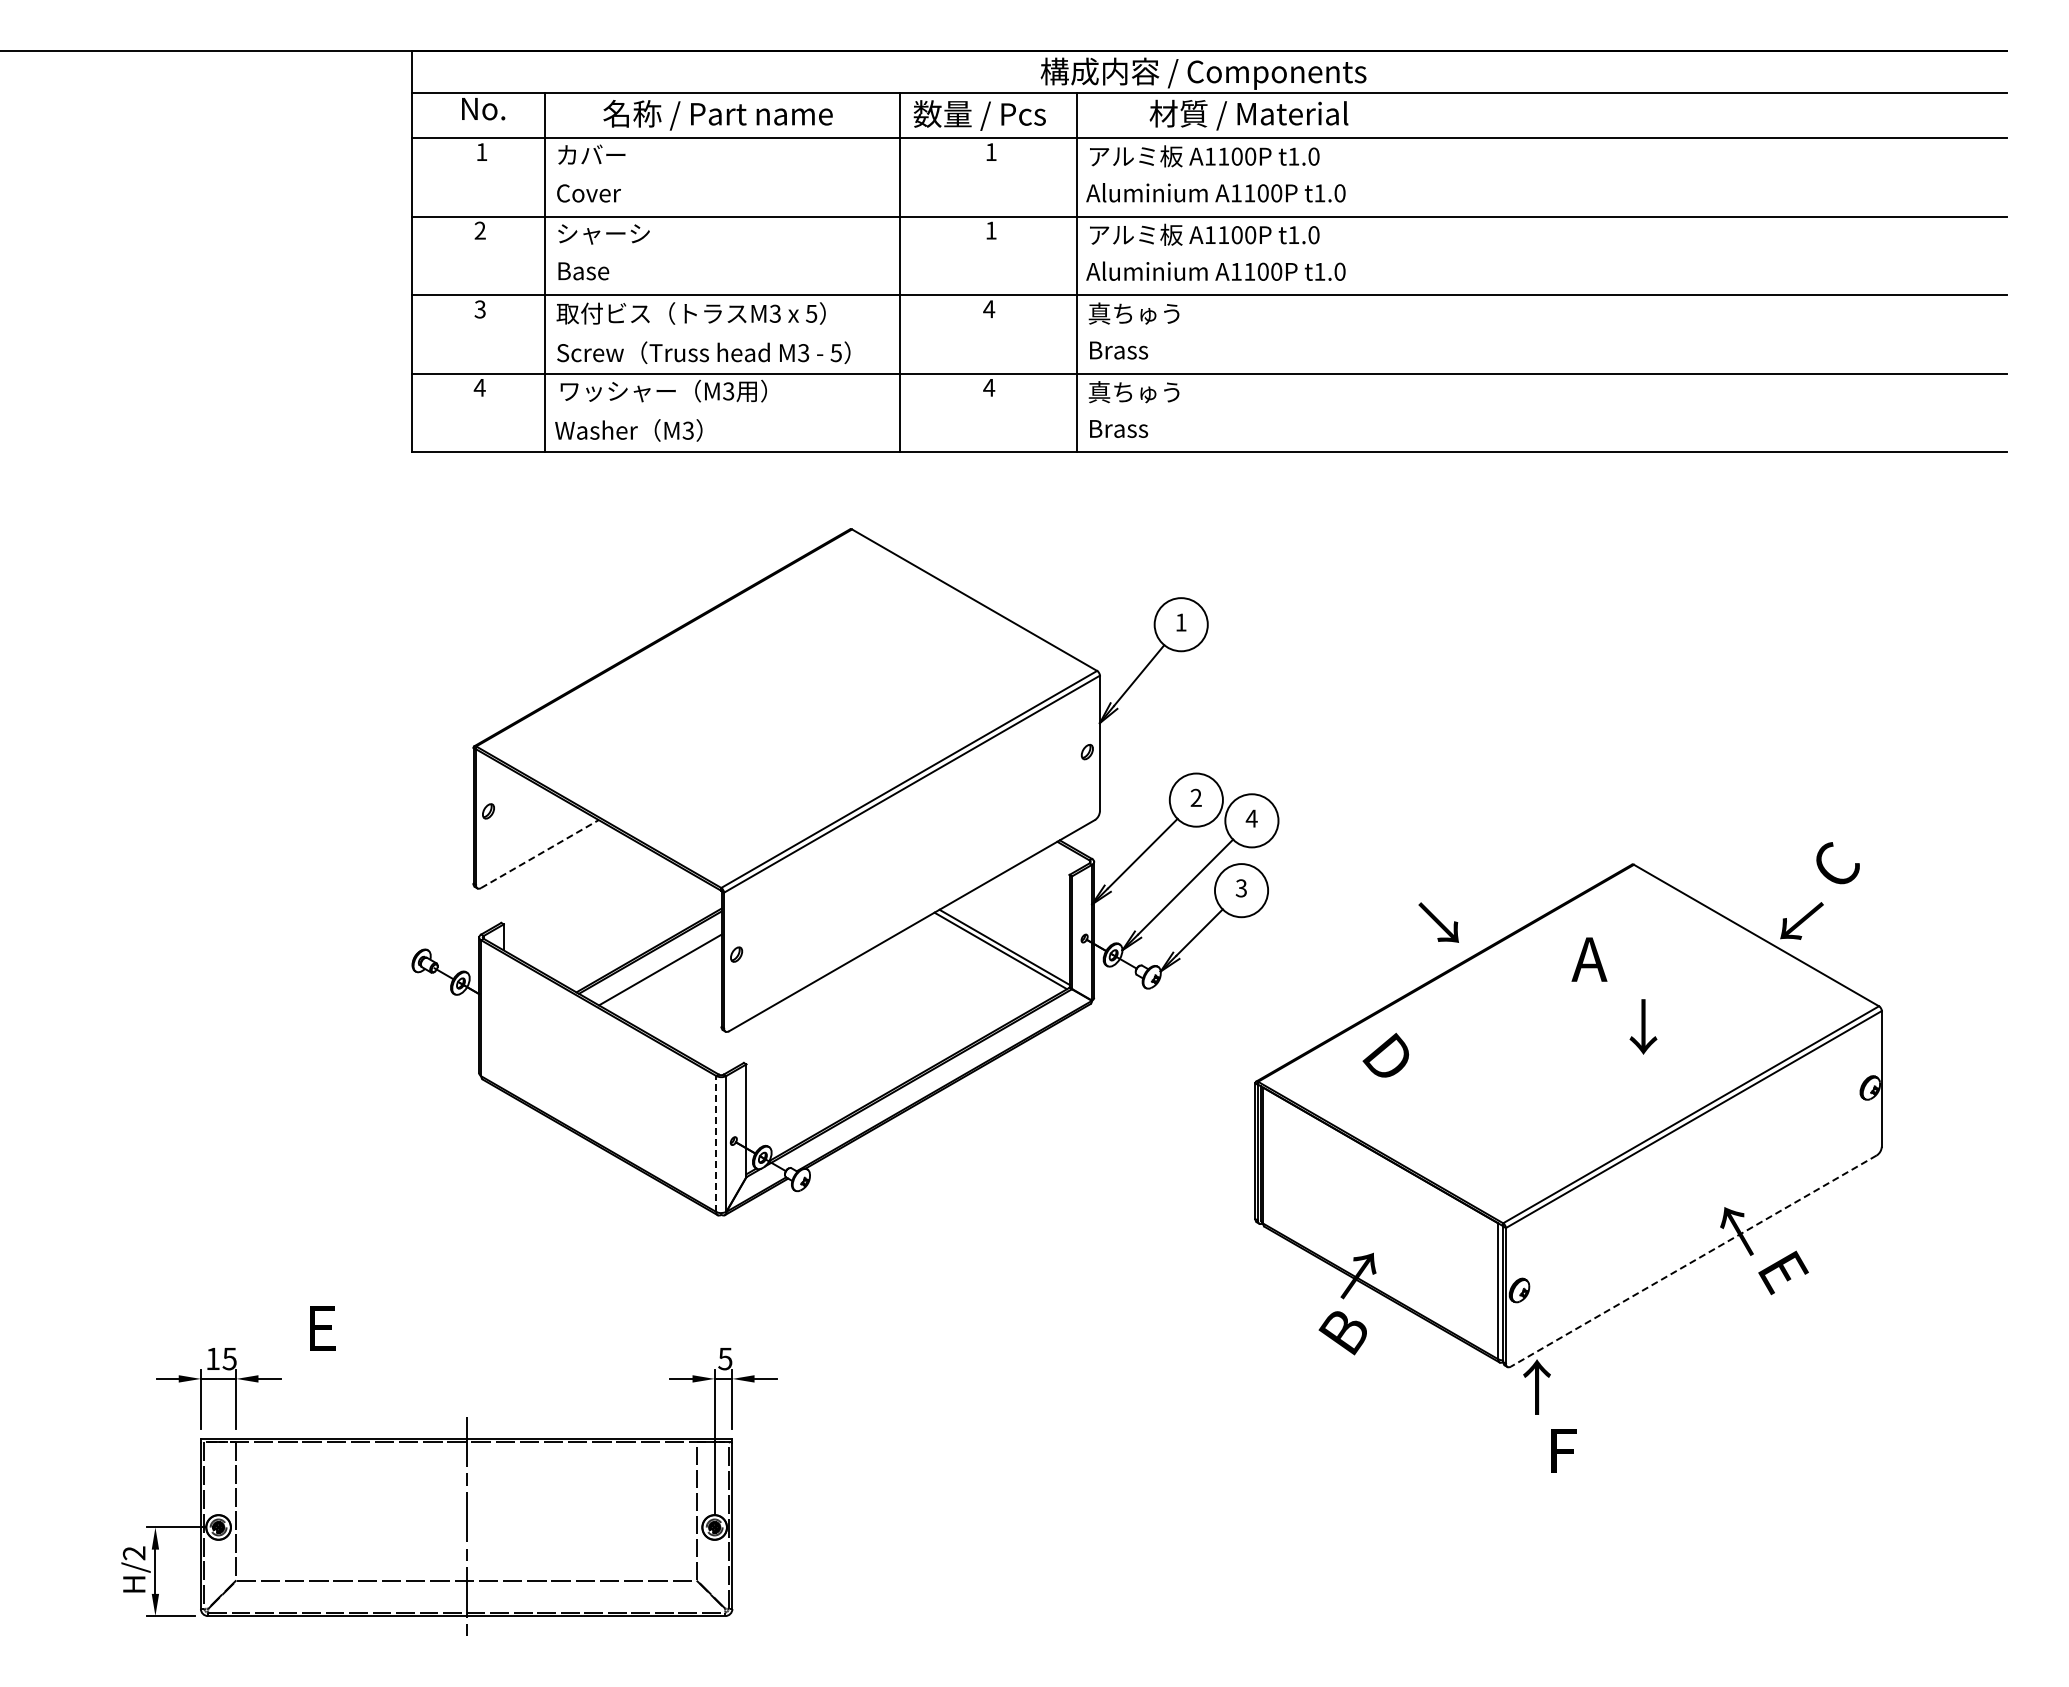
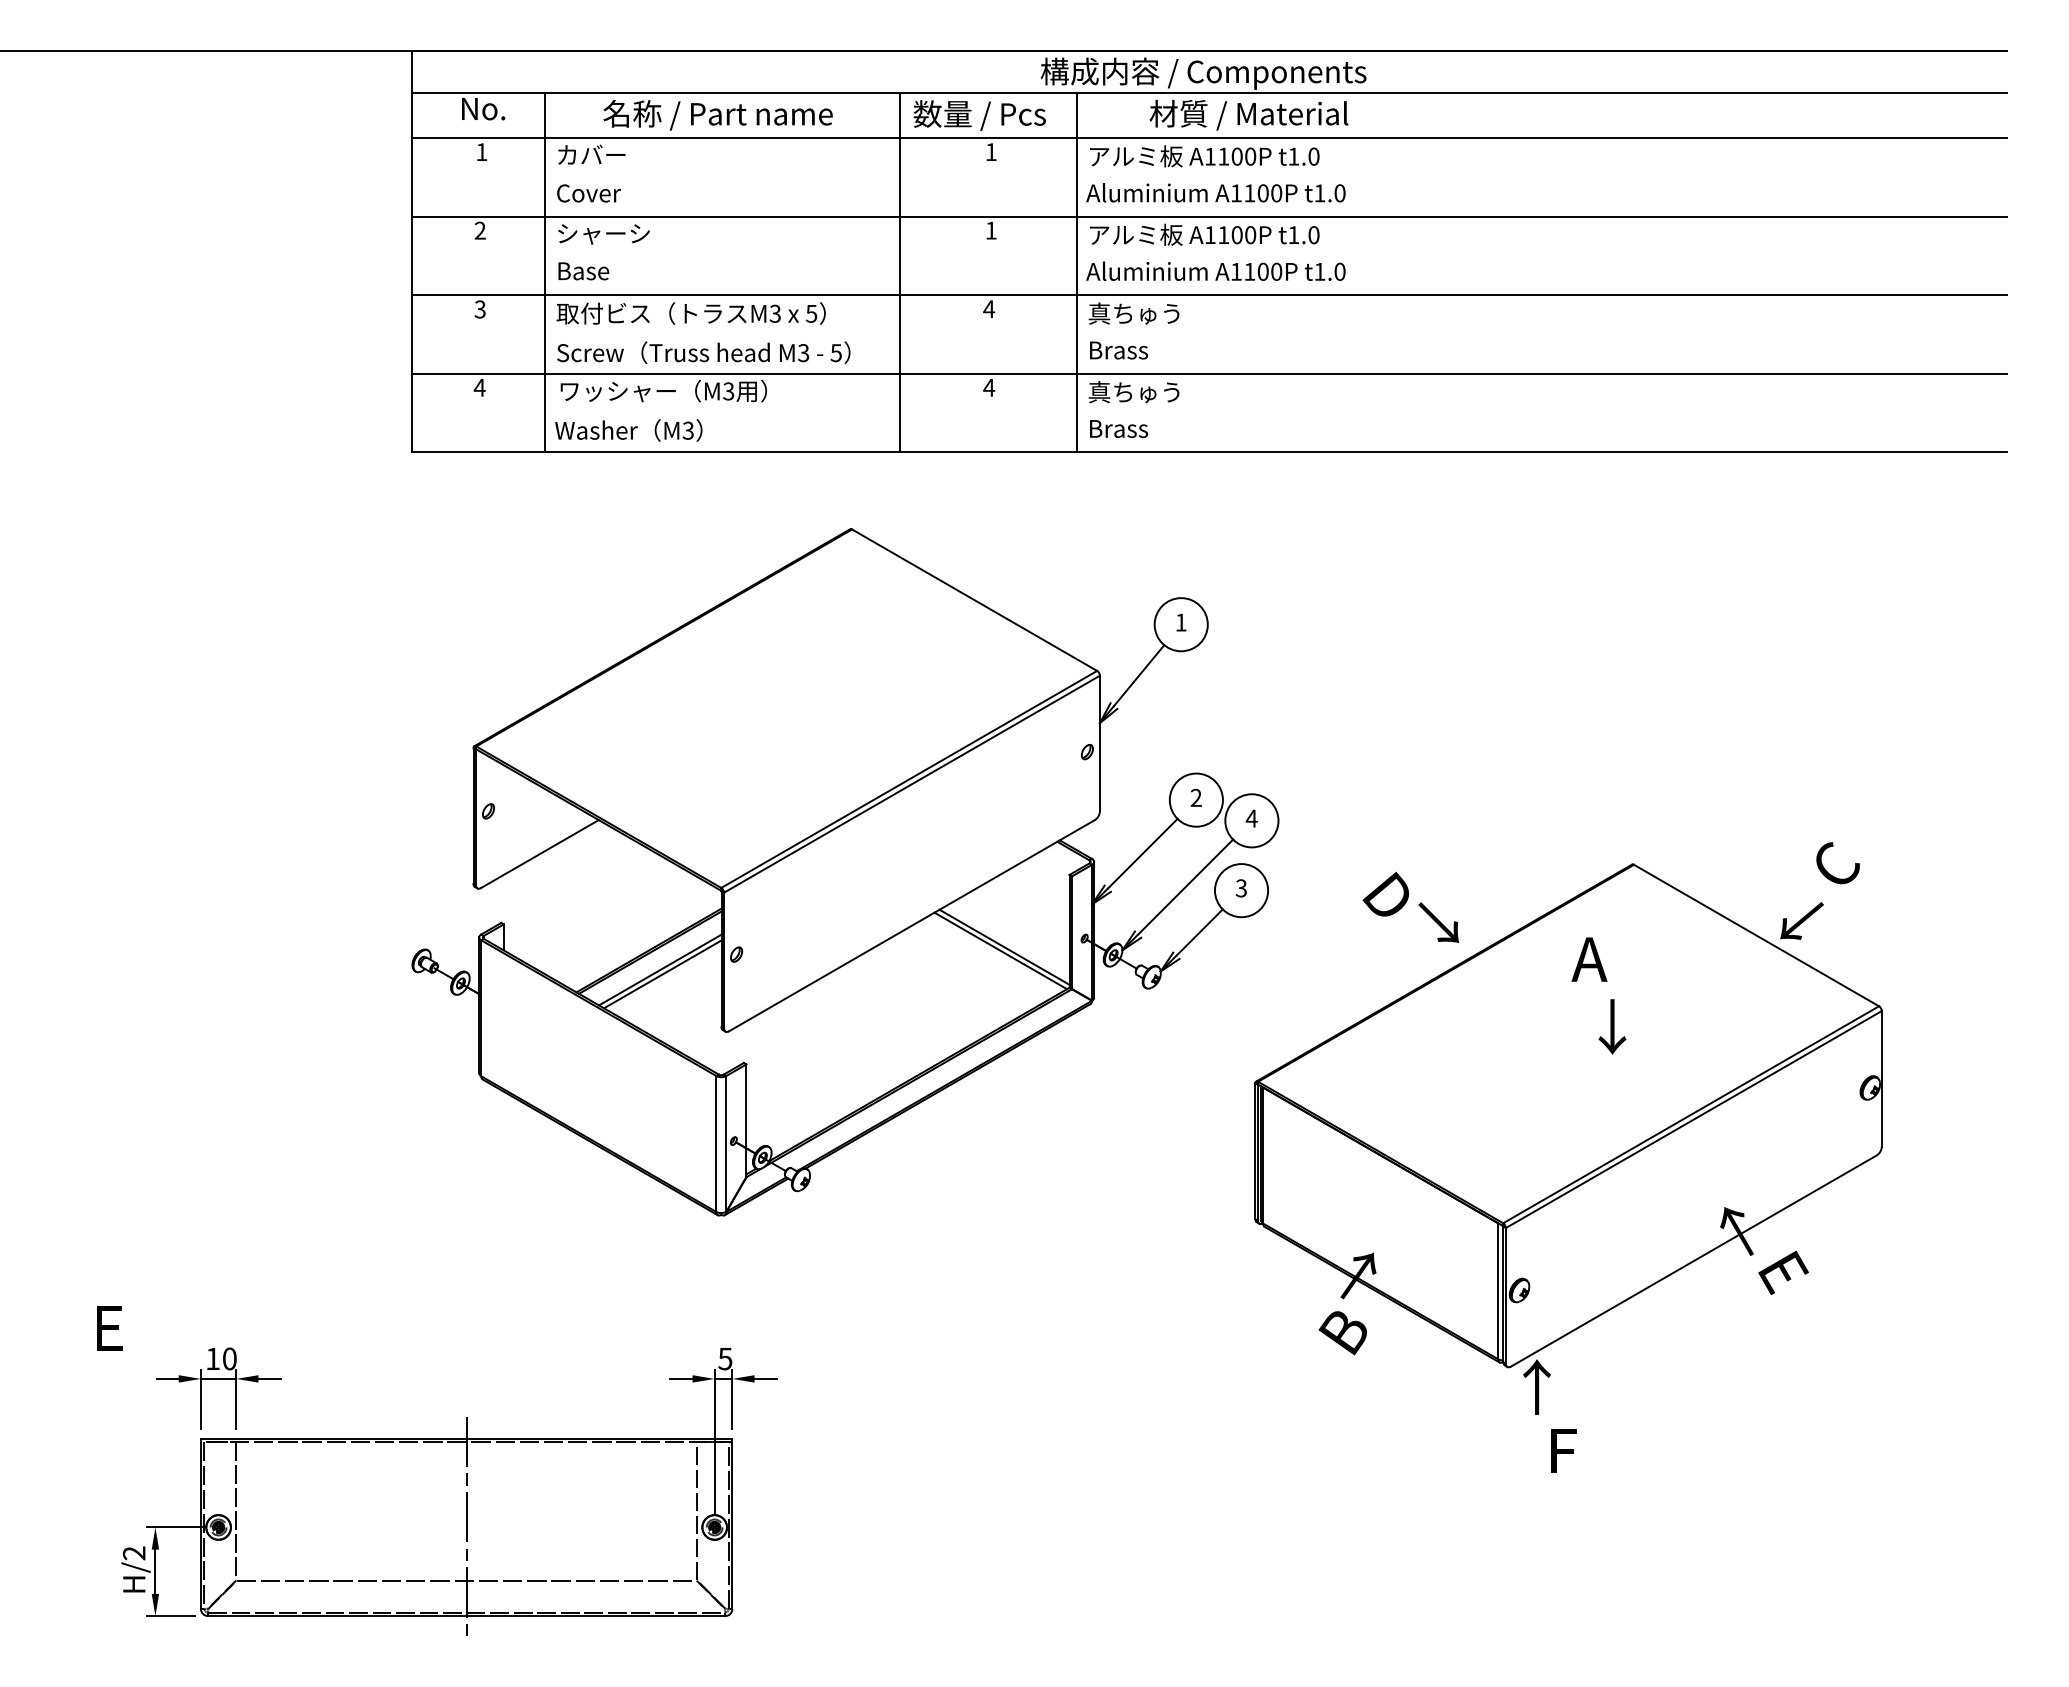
line at (539, 854): dashed -> solid
line at (662, 974): none -> present
text at (1643, 1026) position: (1643, 1026) -> (1612, 1026)
text at (1385, 1054) position: (1385, 1054) -> (1385, 893)
line at (716, 1143): dashed -> solid
line at (1693, 1261): dashed -> solid
text at (322, 1328) position: (322, 1328) -> (109, 1328)
text at (229, 1358): 15 -> 10
